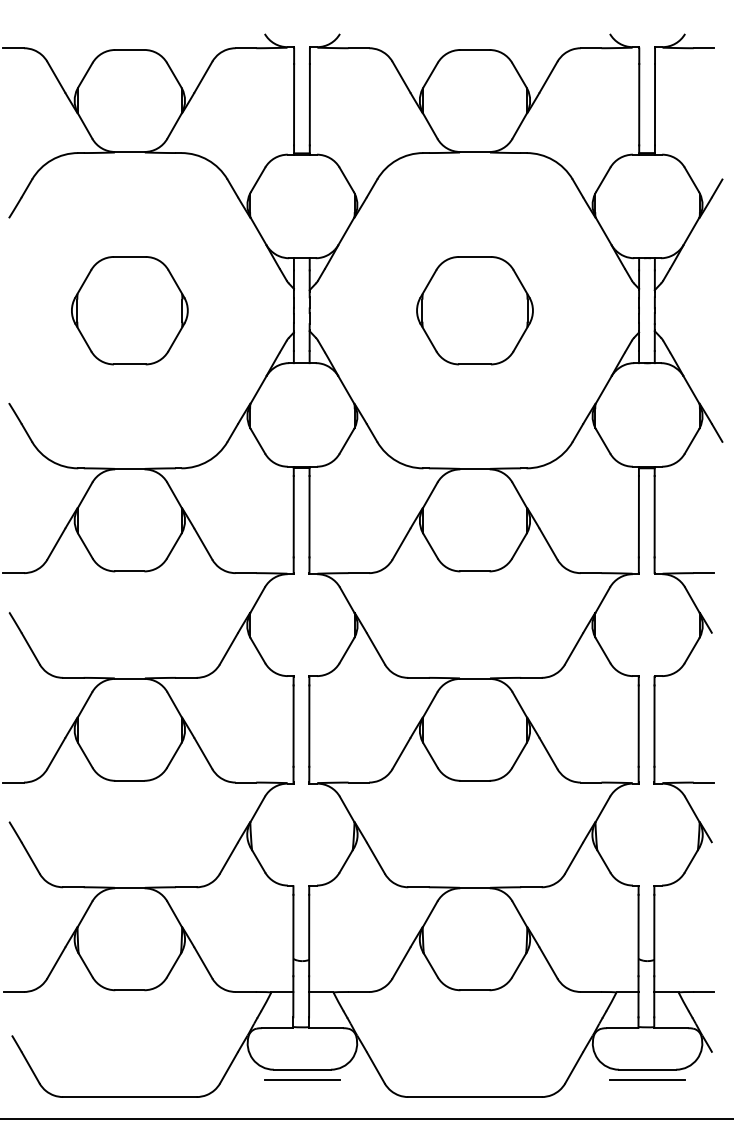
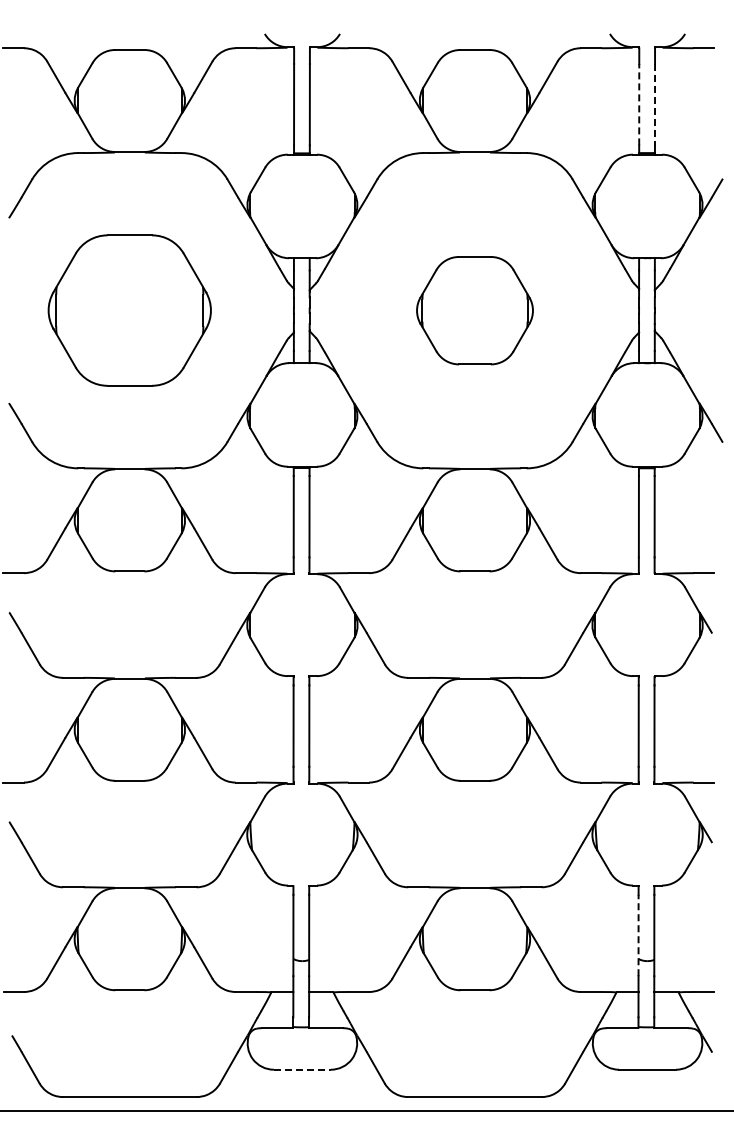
line at (639, 104): solid -> dashed
line at (655, 104): solid -> dashed
part at (129, 310) size: 118x110 px -> 165x153 px
line at (638, 935): solid -> dashed
line at (302, 1069): solid -> dashed
line at (302, 1079): present -> none
line at (647, 1079): present -> none
line at (366, 1118) position: (366, 1118) -> (366, 1110)
